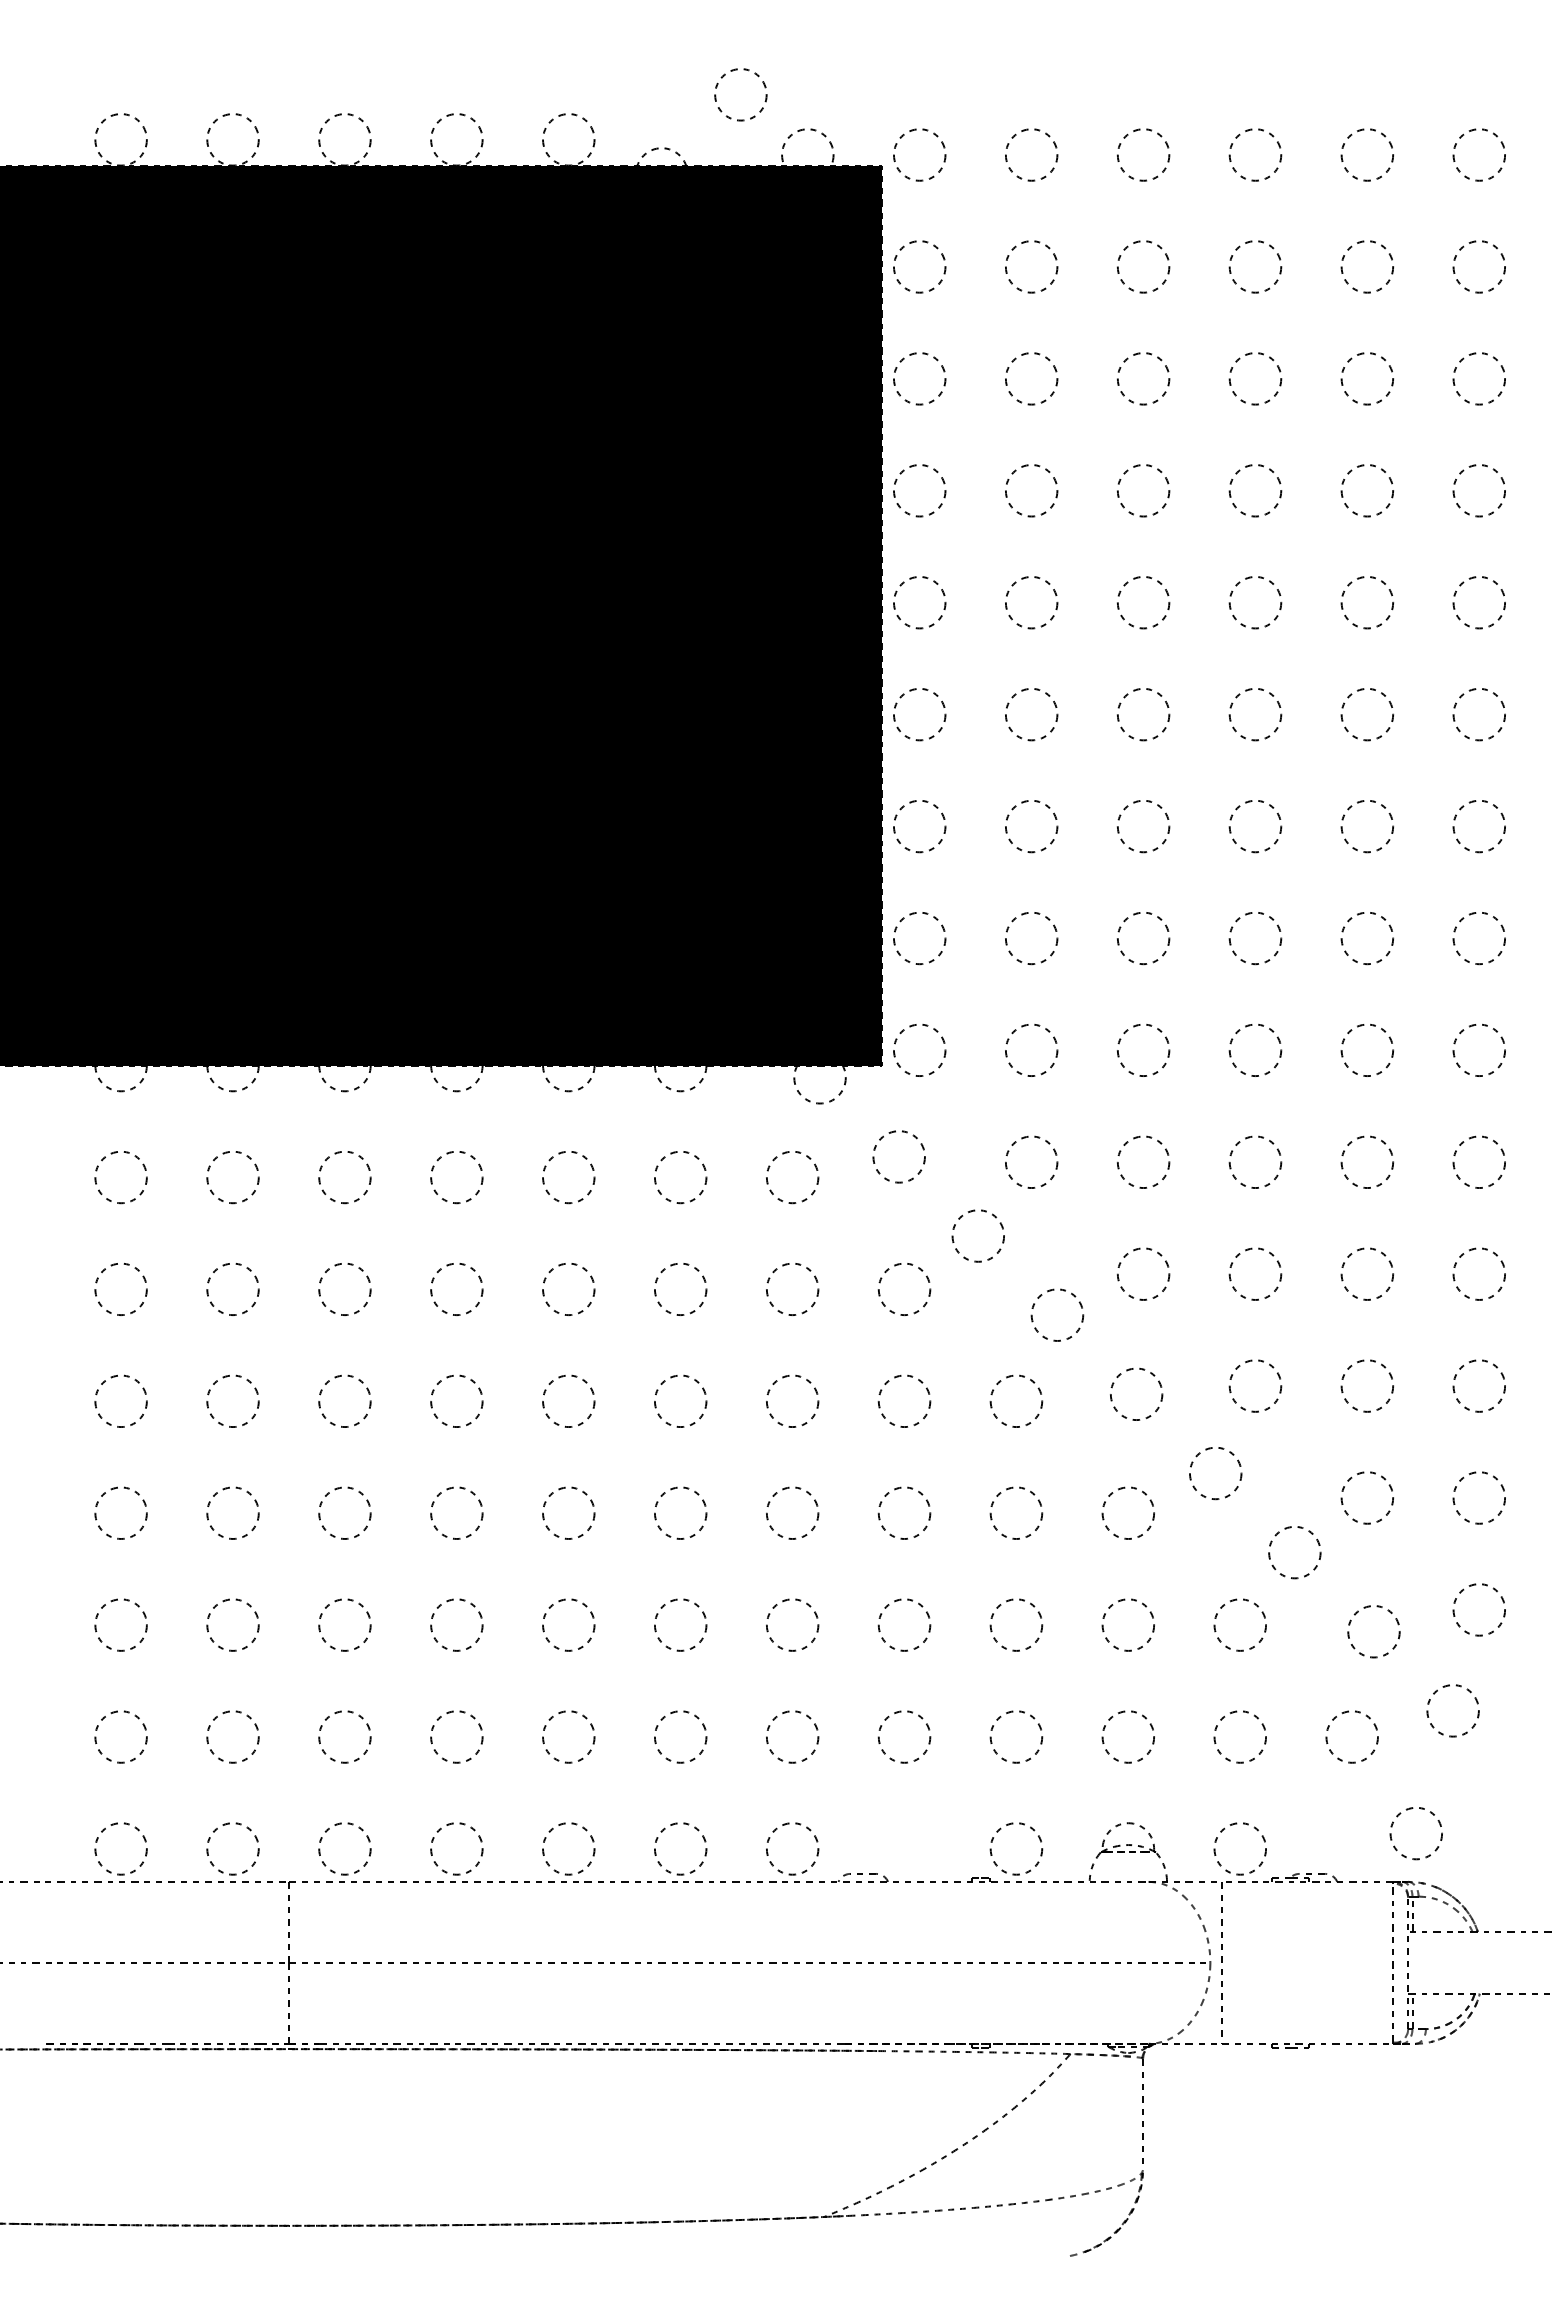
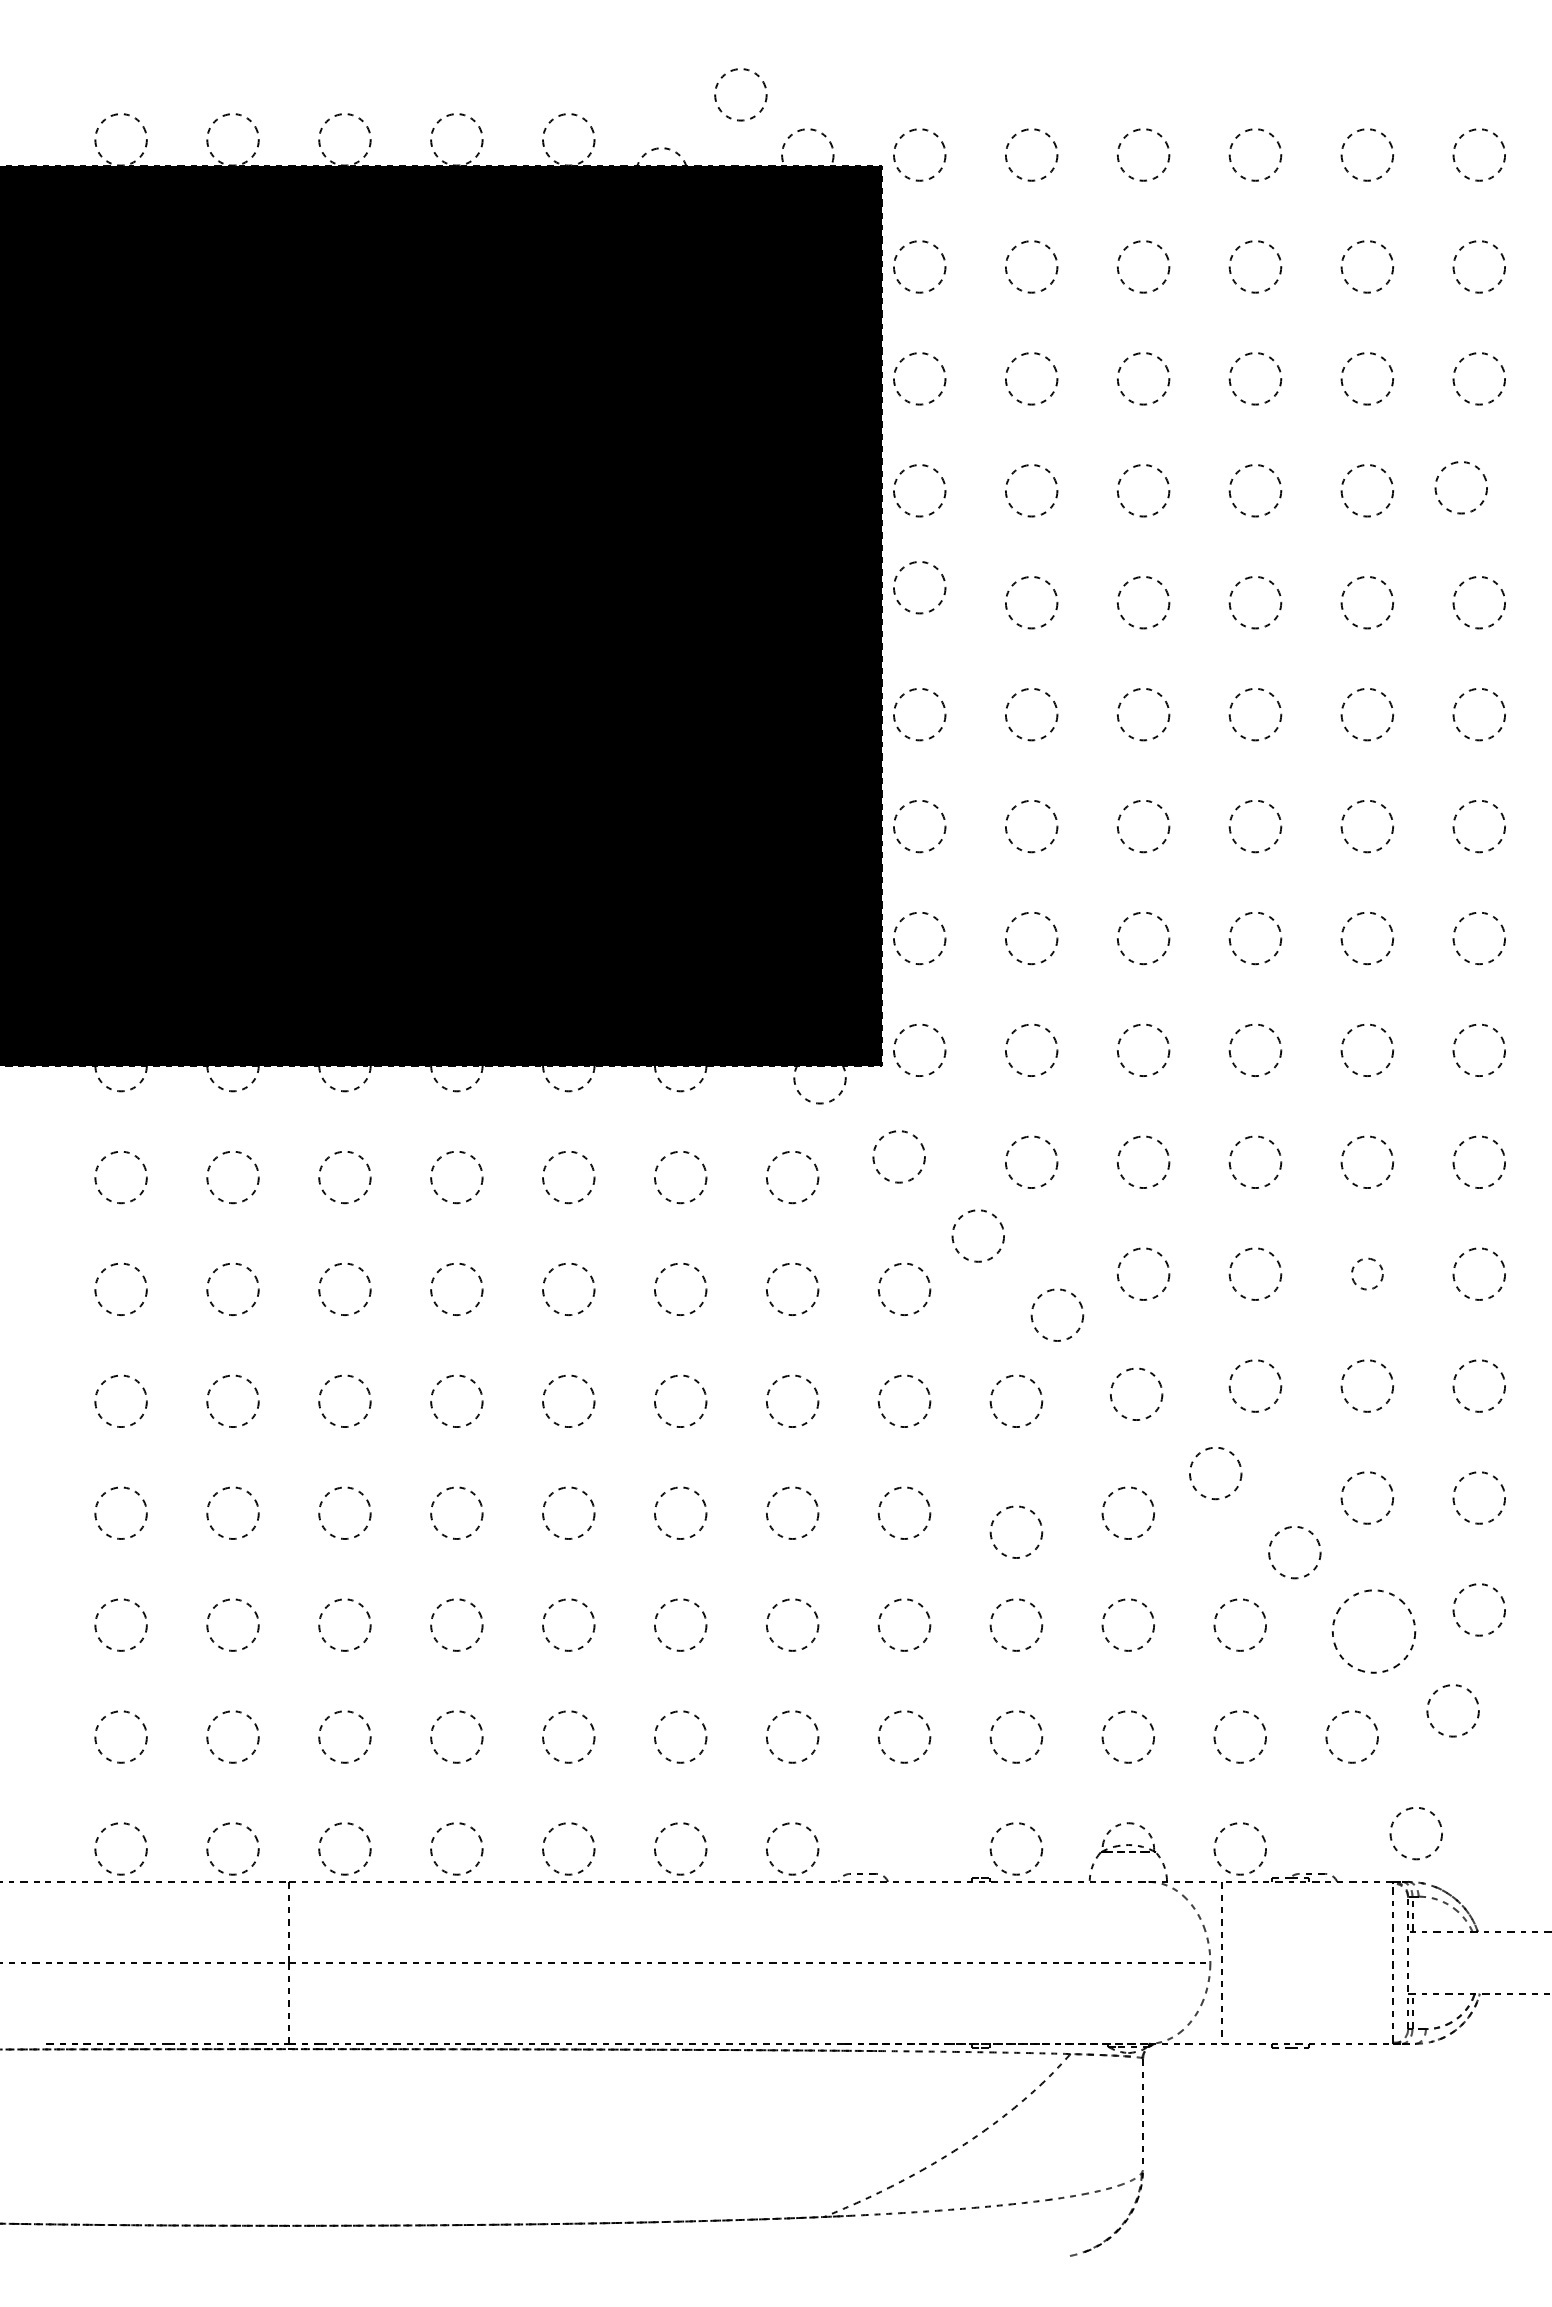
circle at (1478, 490) position: (1478, 490) -> (1460, 487)
circle at (919, 602) position: (919, 602) -> (919, 587)
circle at (1367, 1273) size: 55x54 px -> 33x34 px
circle at (1016, 1512) position: (1016, 1512) -> (1016, 1531)
circle at (1373, 1631) size: 54x54 px -> 86x85 px
